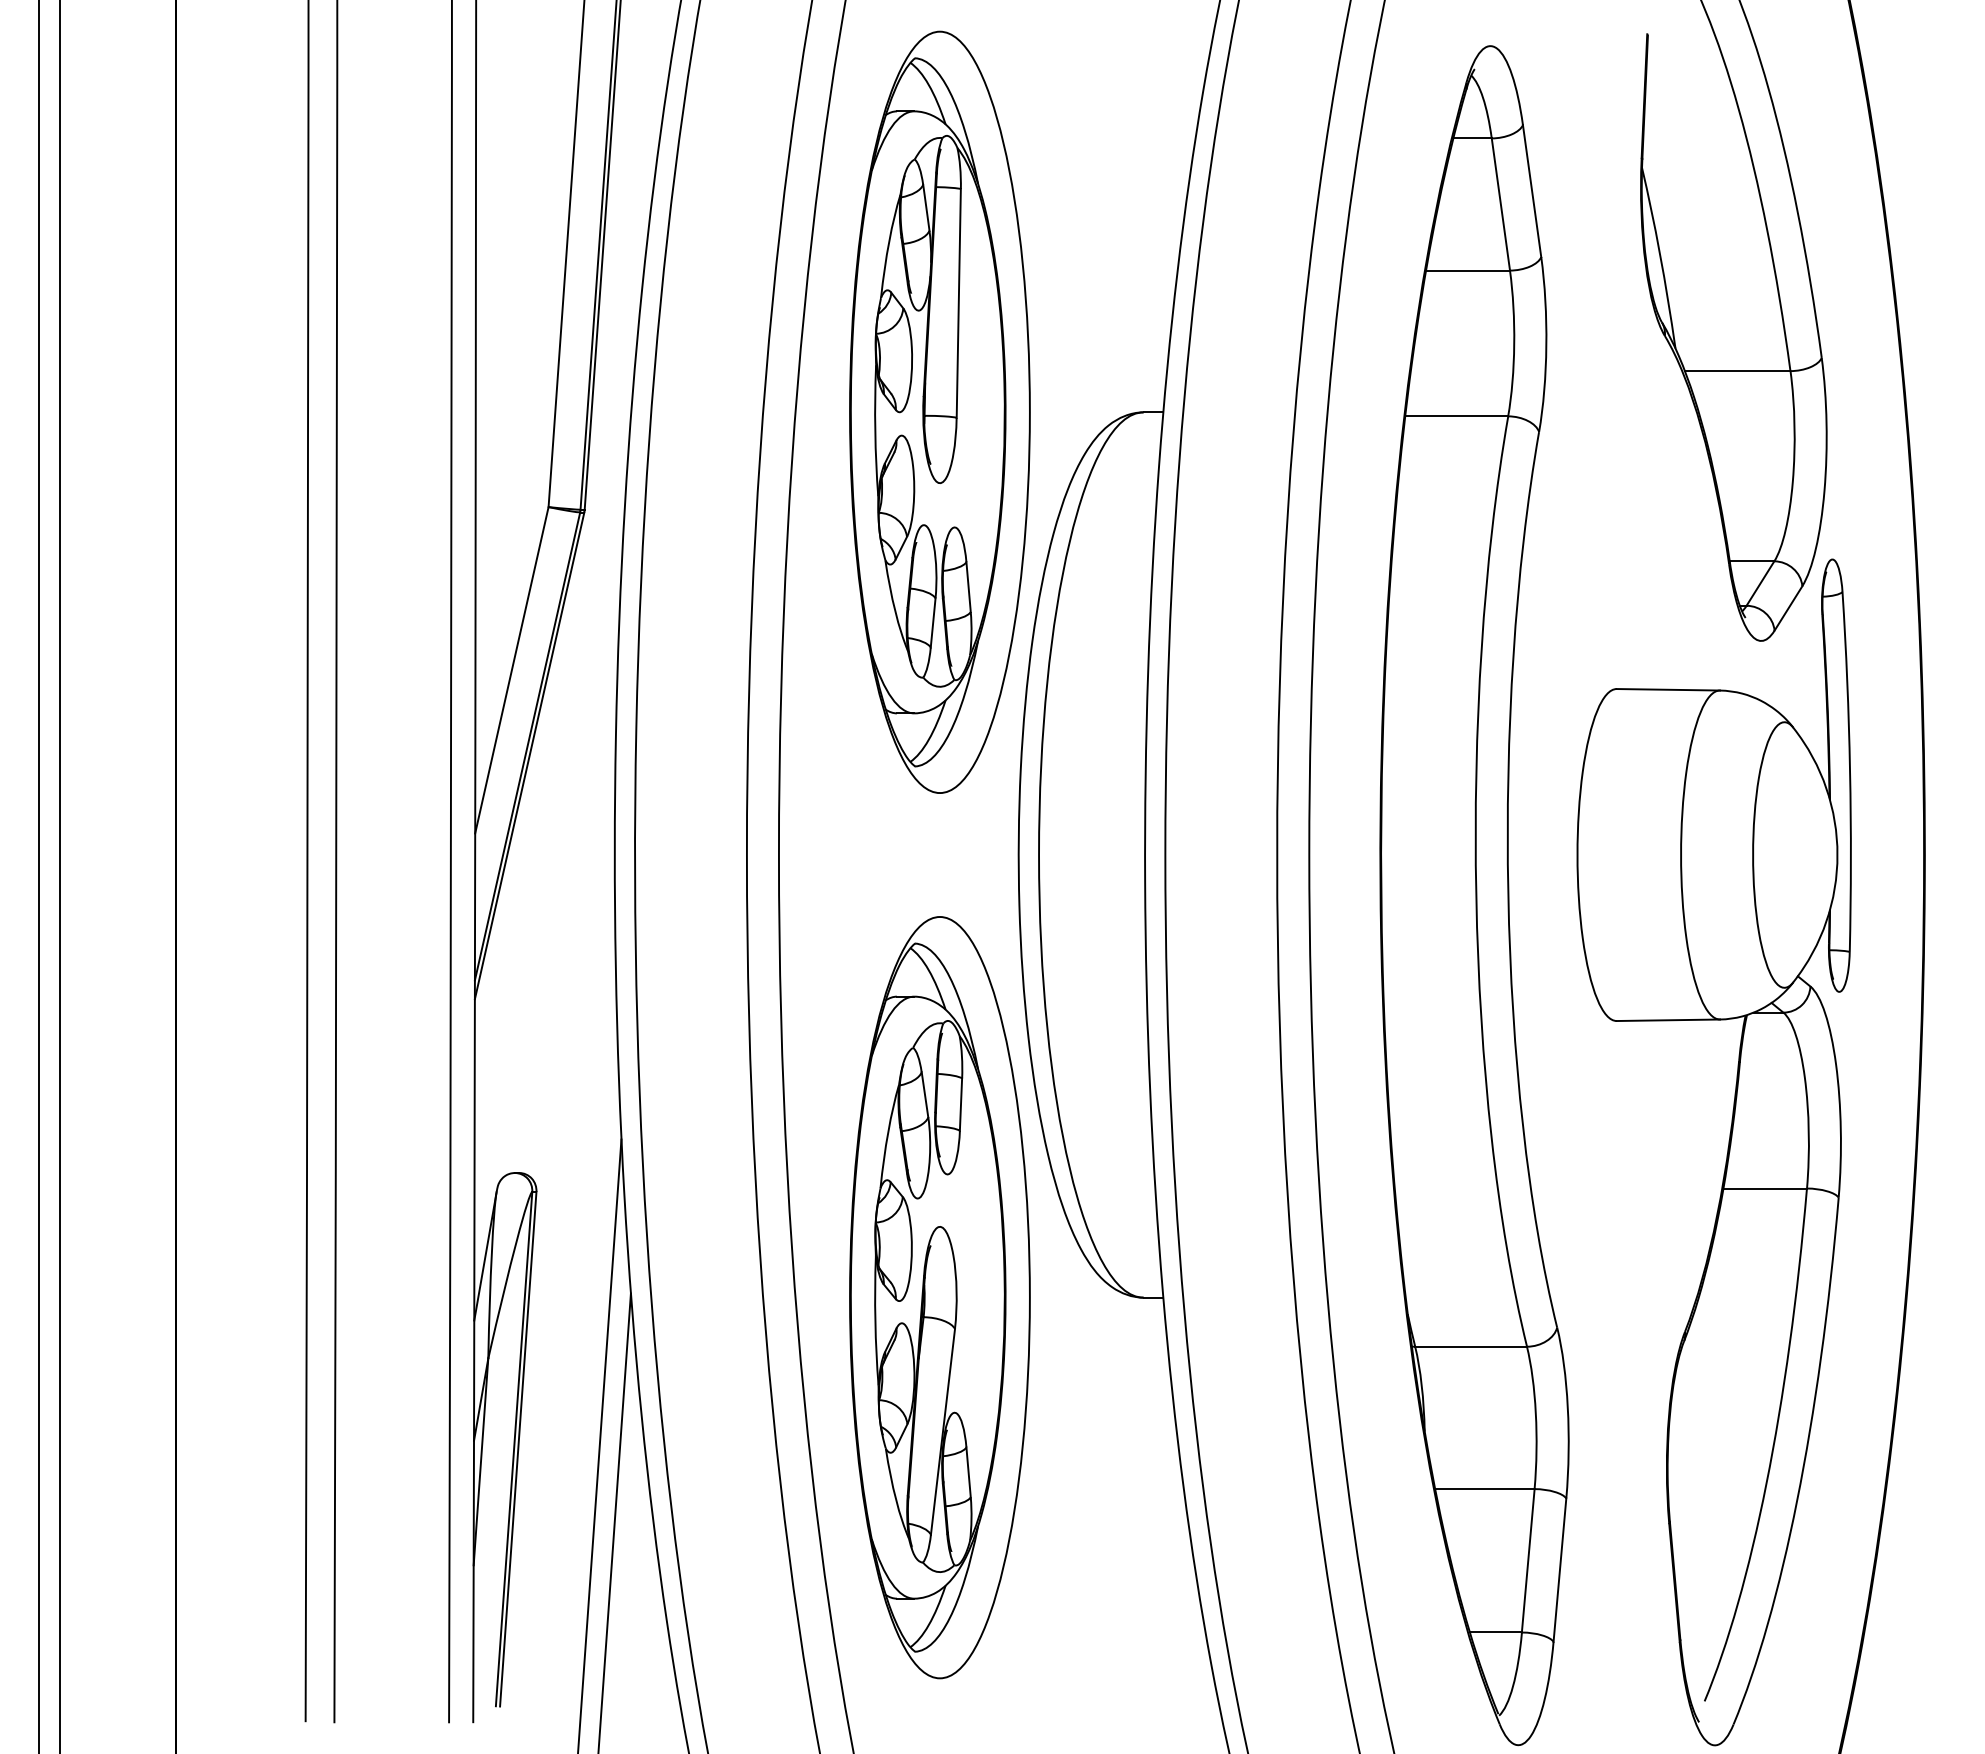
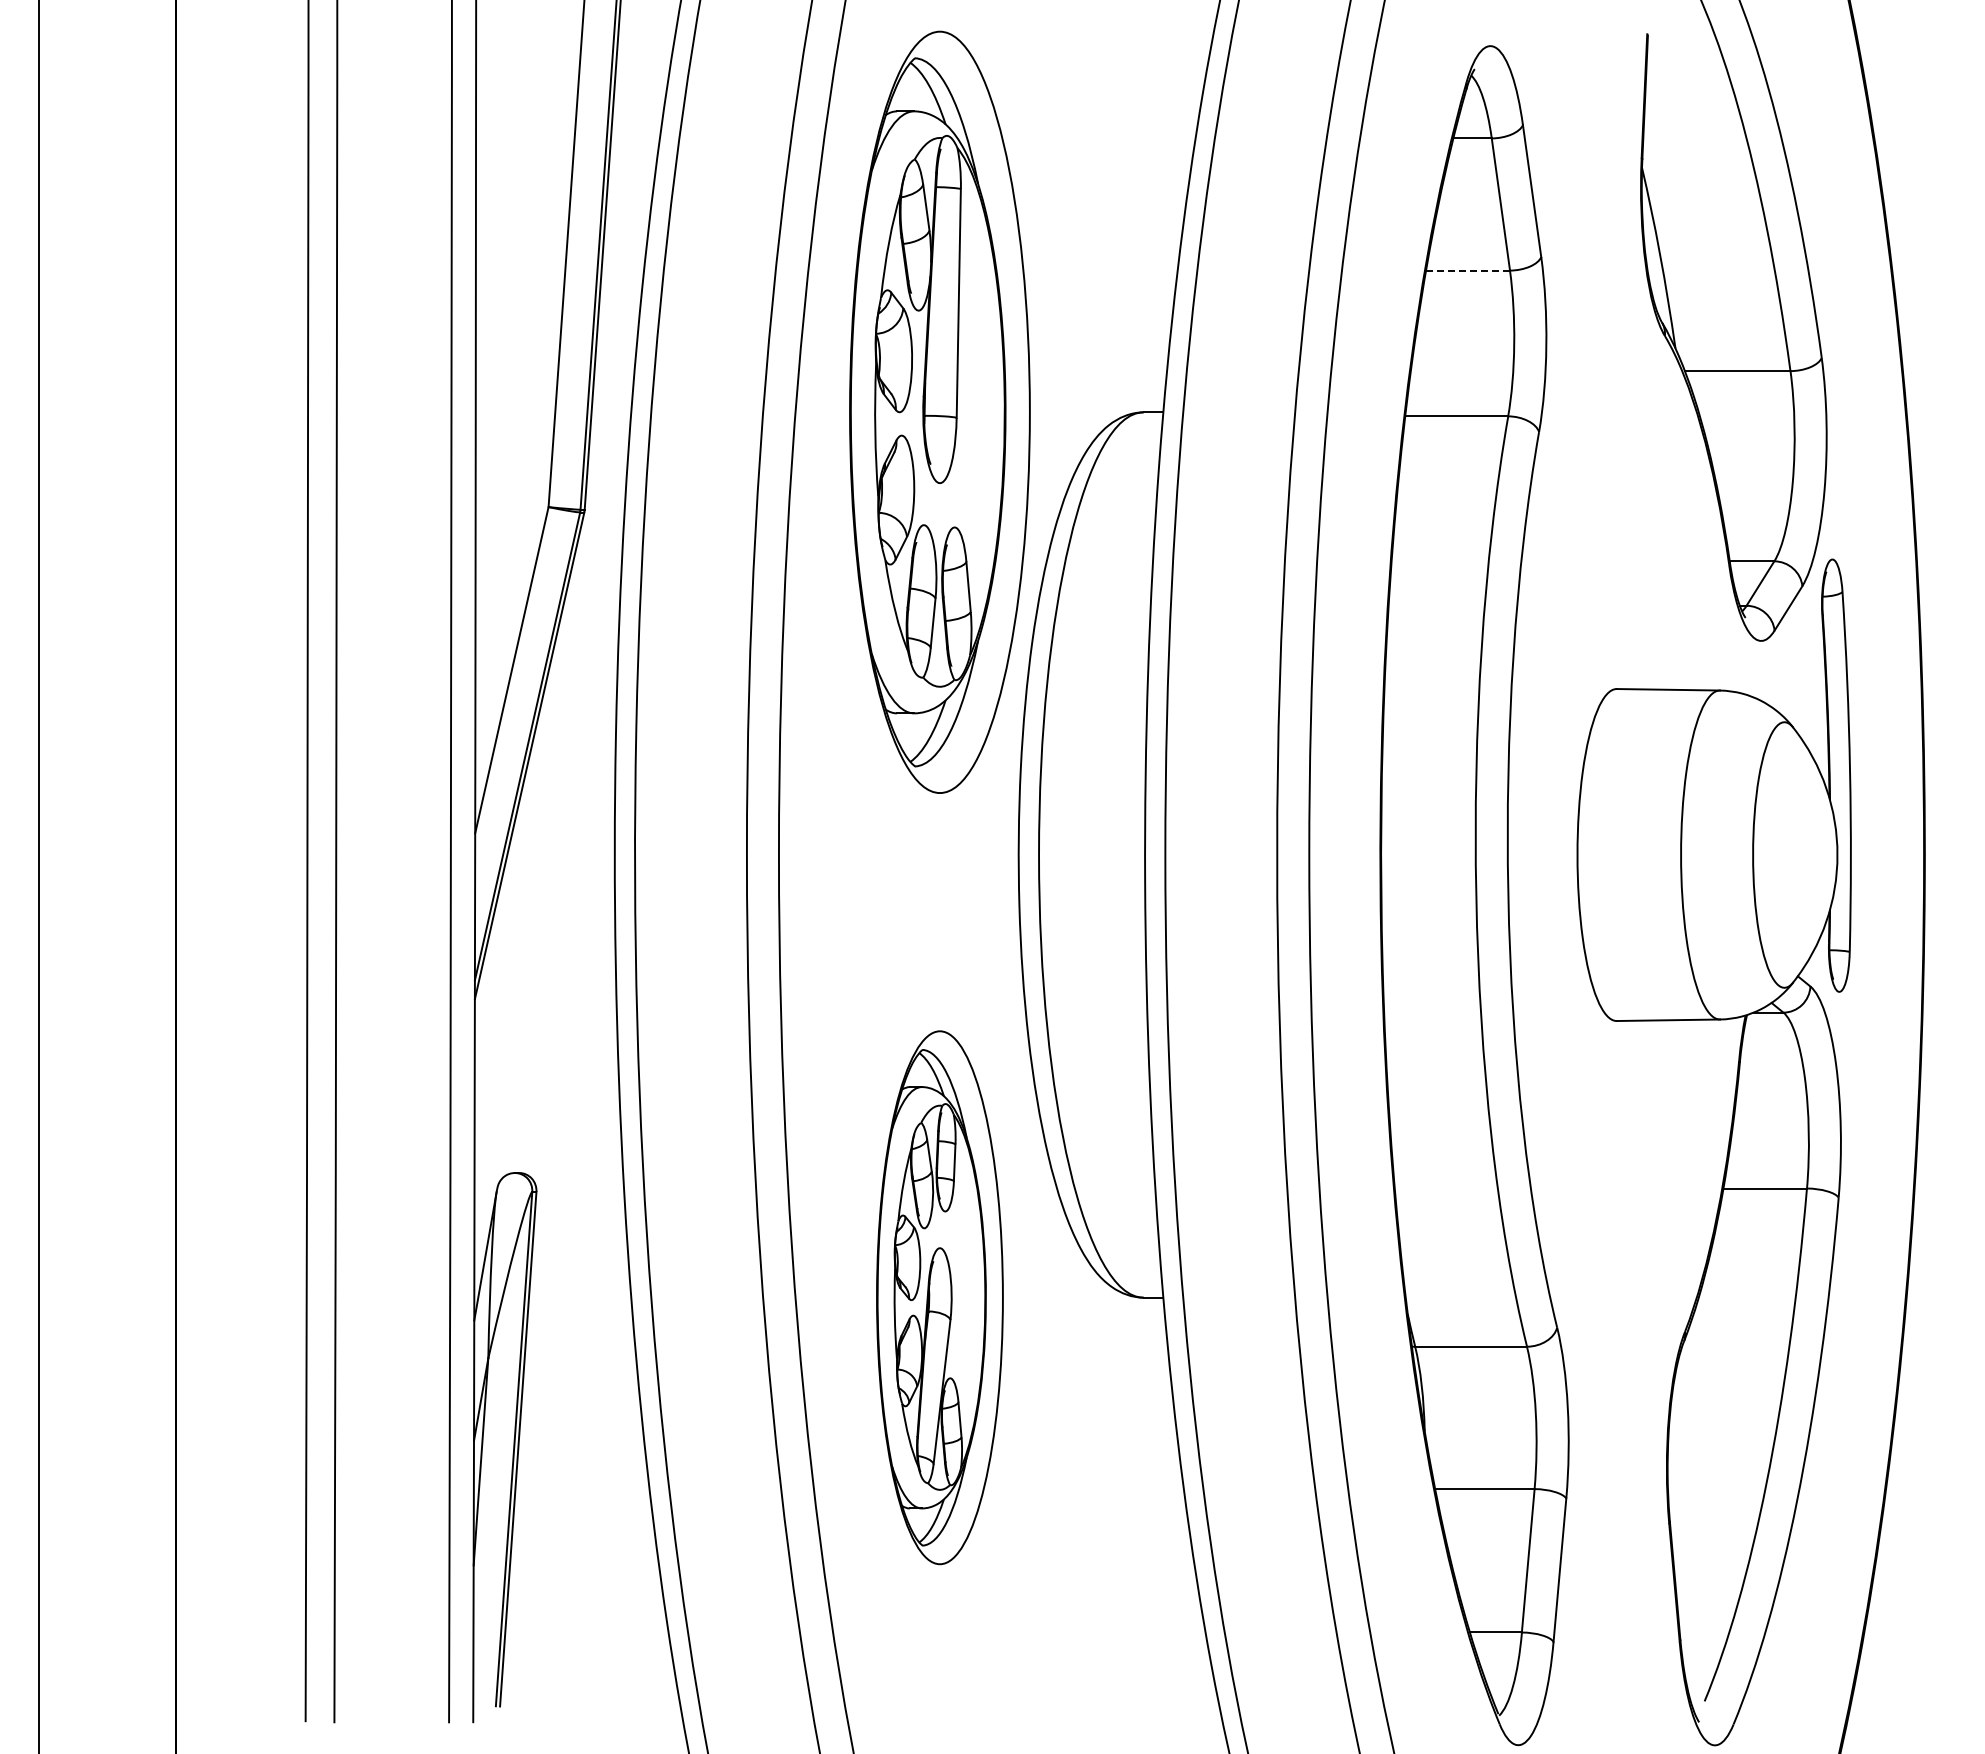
line at (1467, 270): solid -> dashed
line at (59, 876): present -> none
part at (939, 1297) size: 182x764 px -> 128x536 px
line at (599, 1444): present -> none
line at (614, 1521): present -> none
